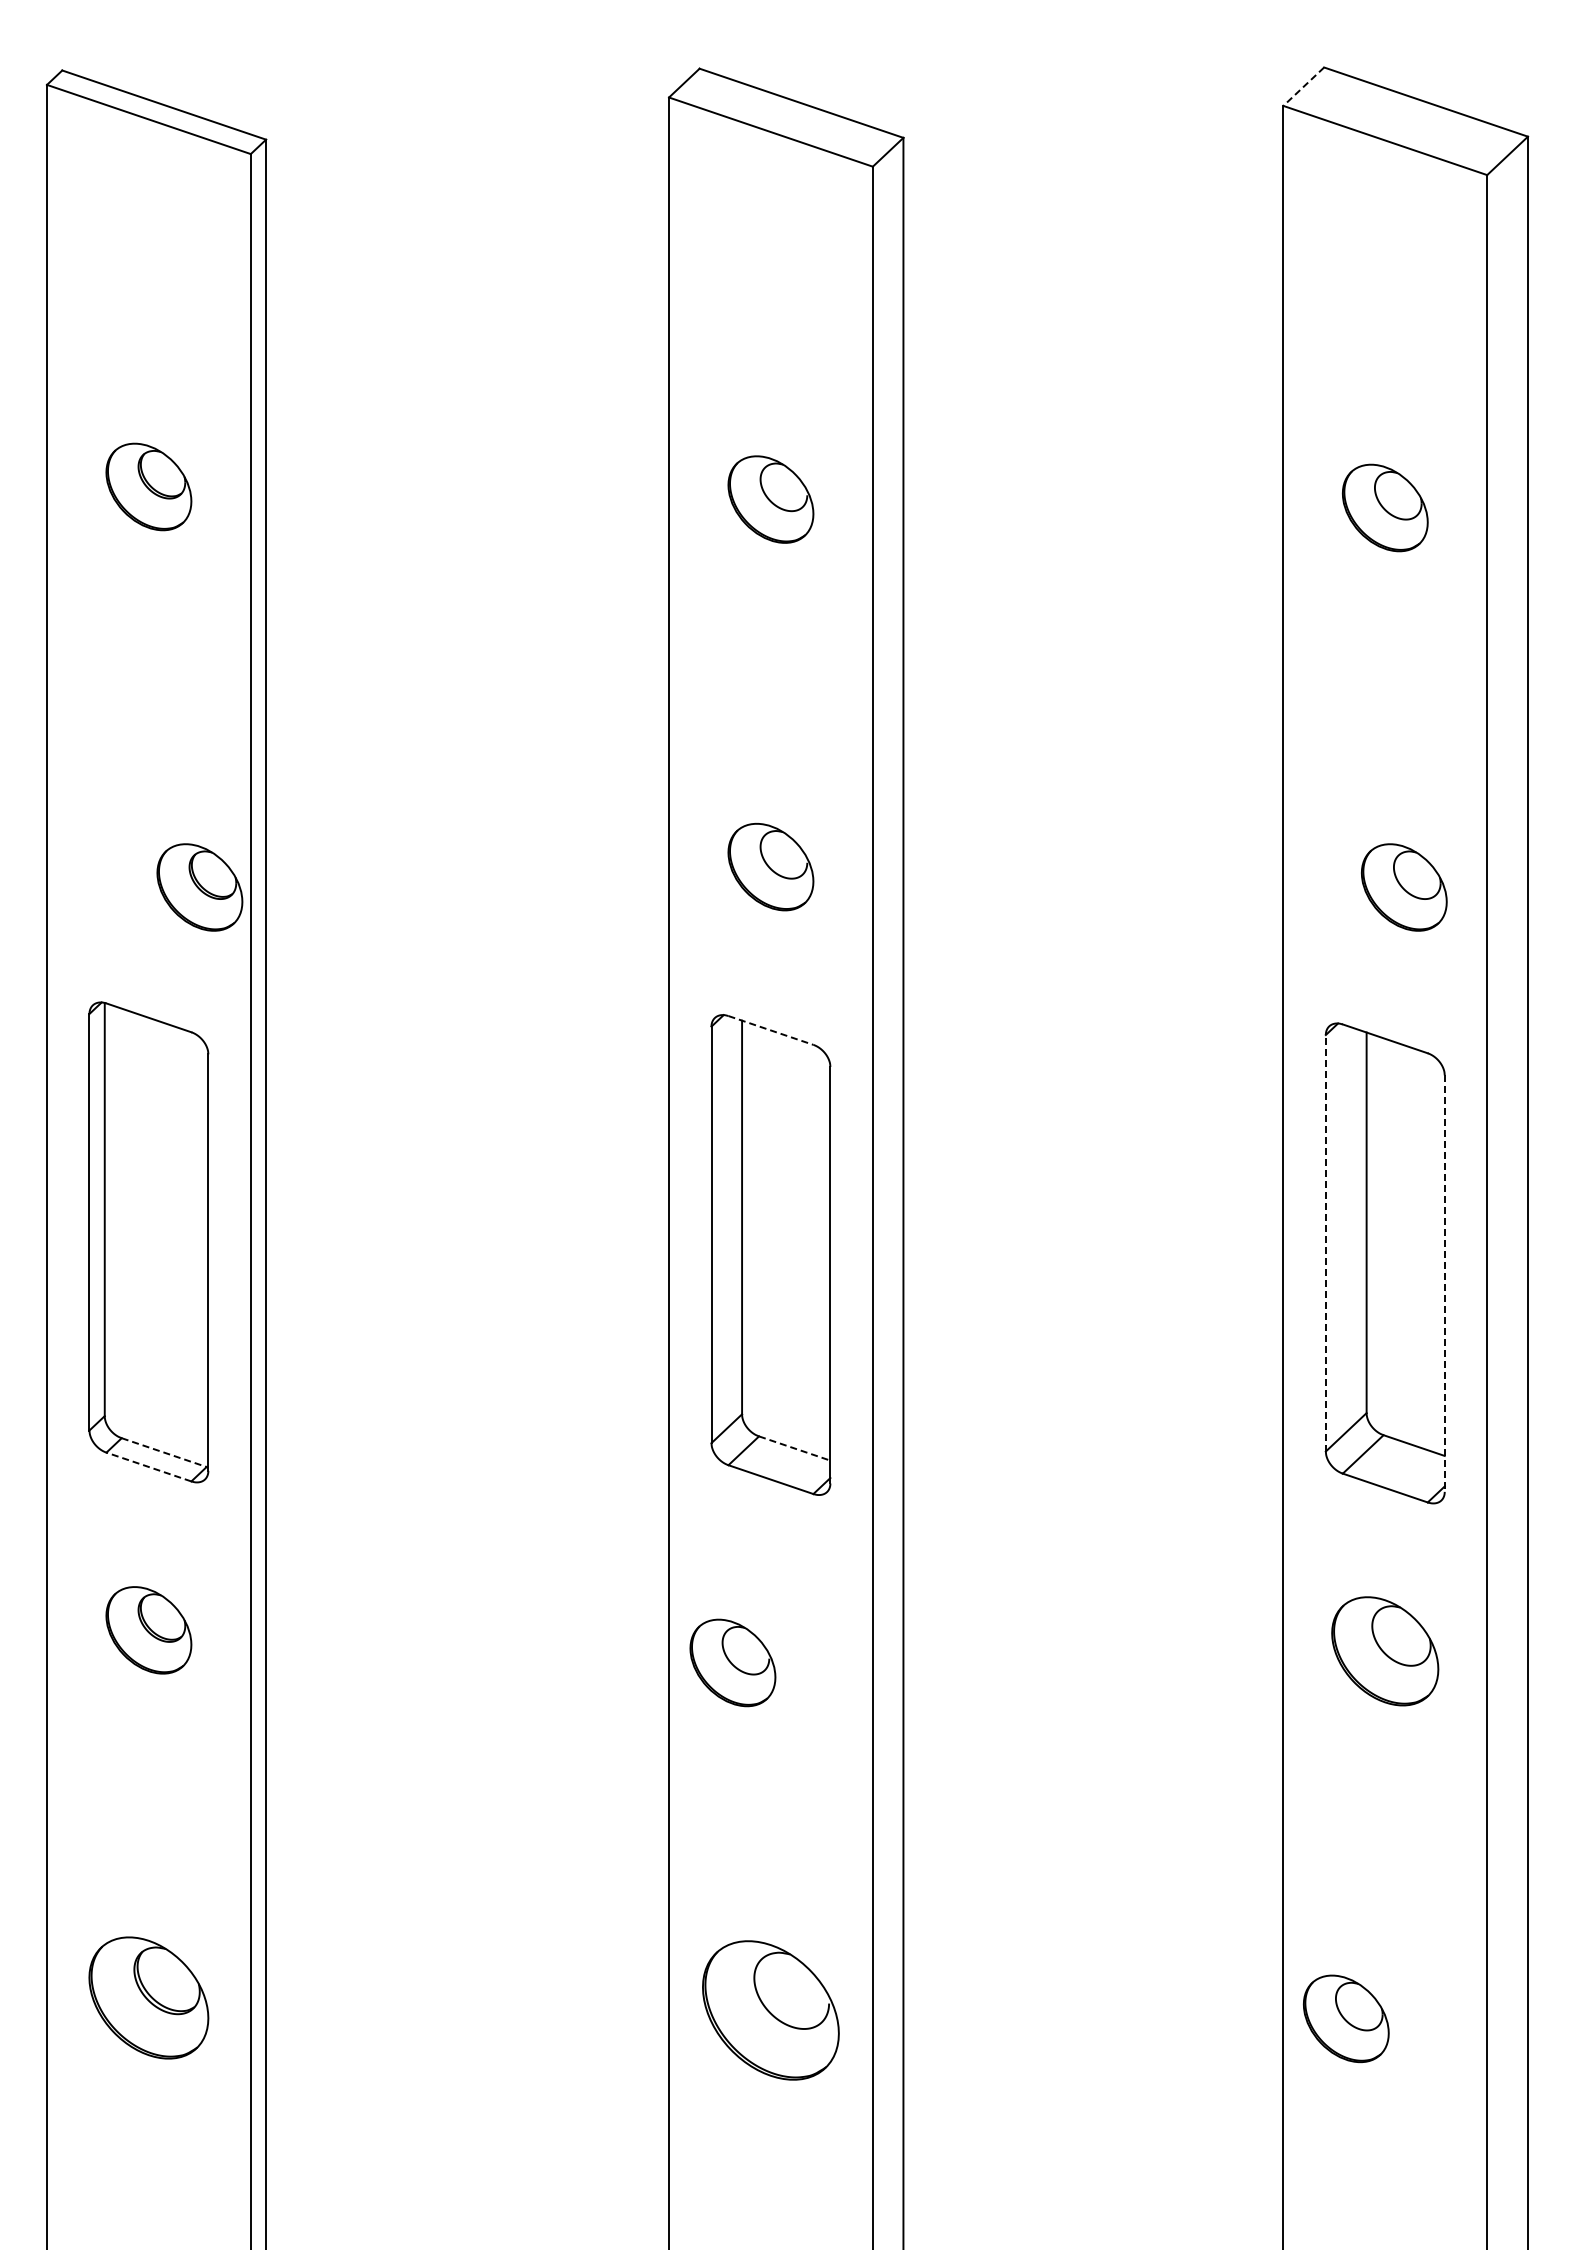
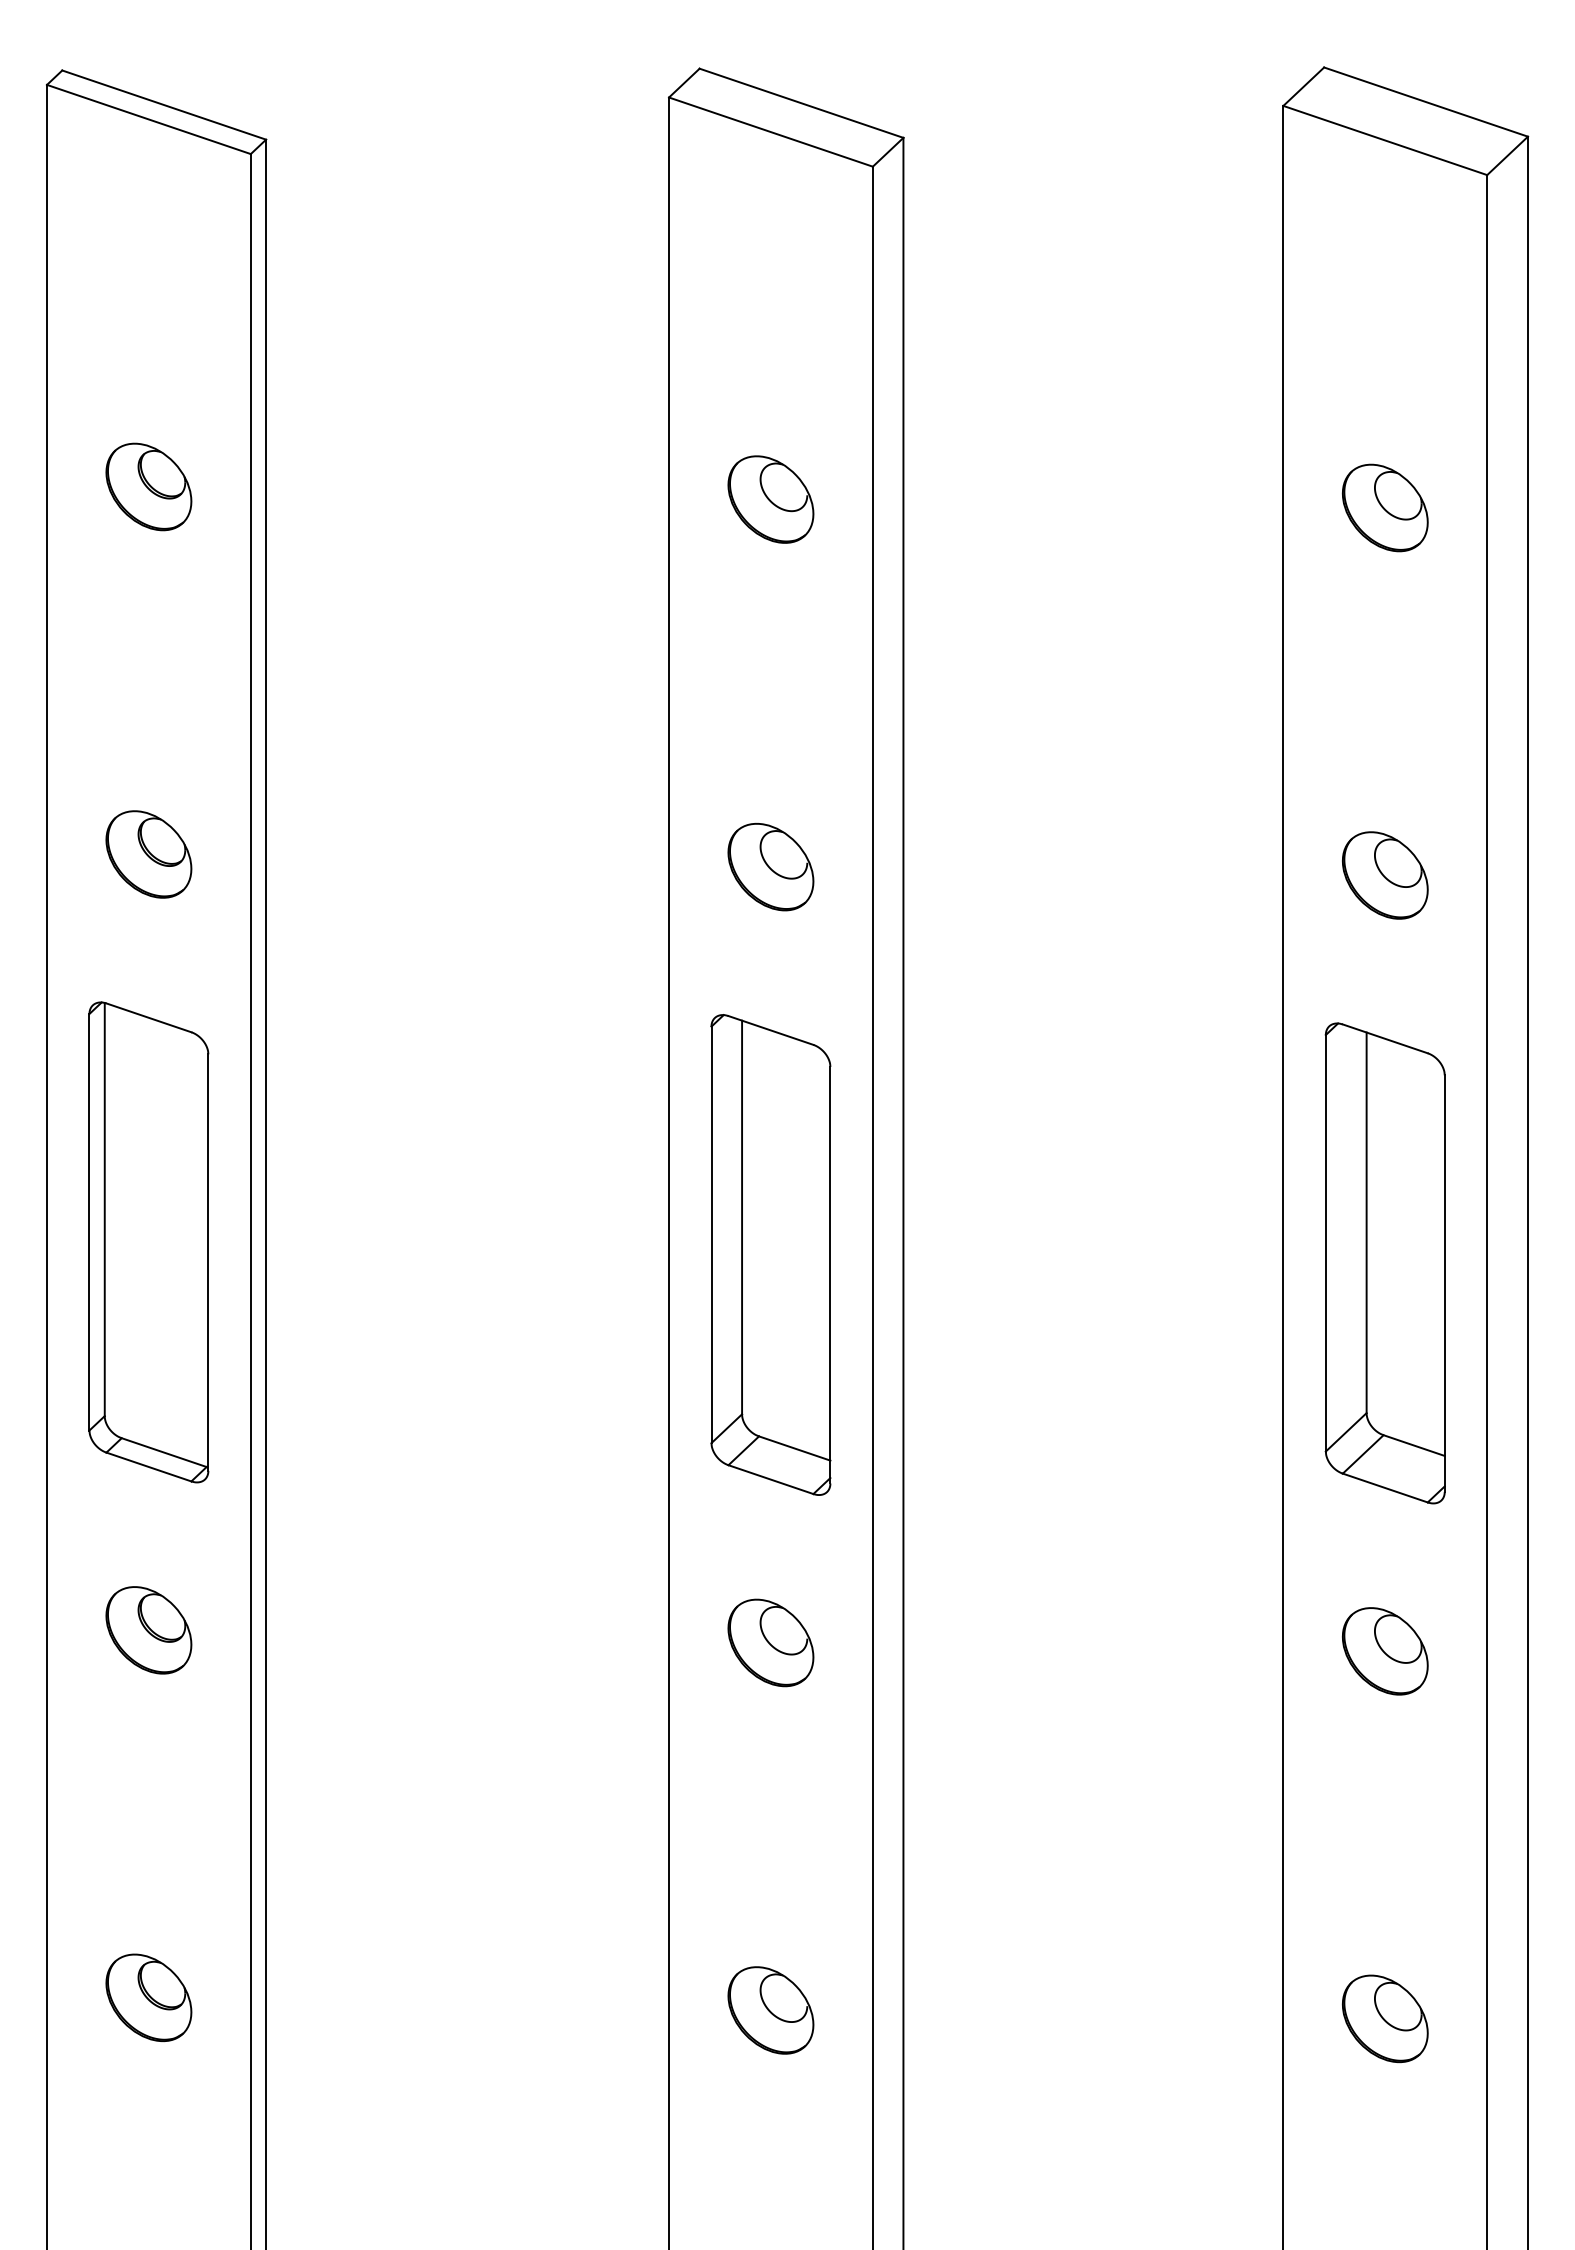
line at (1303, 87): dashed -> solid
part at (199, 887) position: (199, 887) -> (148, 854)
part at (1404, 887) position: (1404, 887) -> (1385, 875)
line at (770, 1030): dashed -> solid
line at (1325, 1242): dashed -> solid
line at (1444, 1284): dashed -> solid
line at (794, 1448): dashed -> solid
line at (164, 1452): dashed -> solid
line at (148, 1467): dashed -> solid
part at (1385, 1651) size: 109x111 px -> 87x89 px
part at (732, 1662) position: (732, 1662) -> (770, 1642)
part at (148, 1997) size: 122x124 px -> 88x89 px
part at (770, 2010) size: 138x141 px -> 88x89 px
part at (1346, 2018) position: (1346, 2018) -> (1385, 2018)
